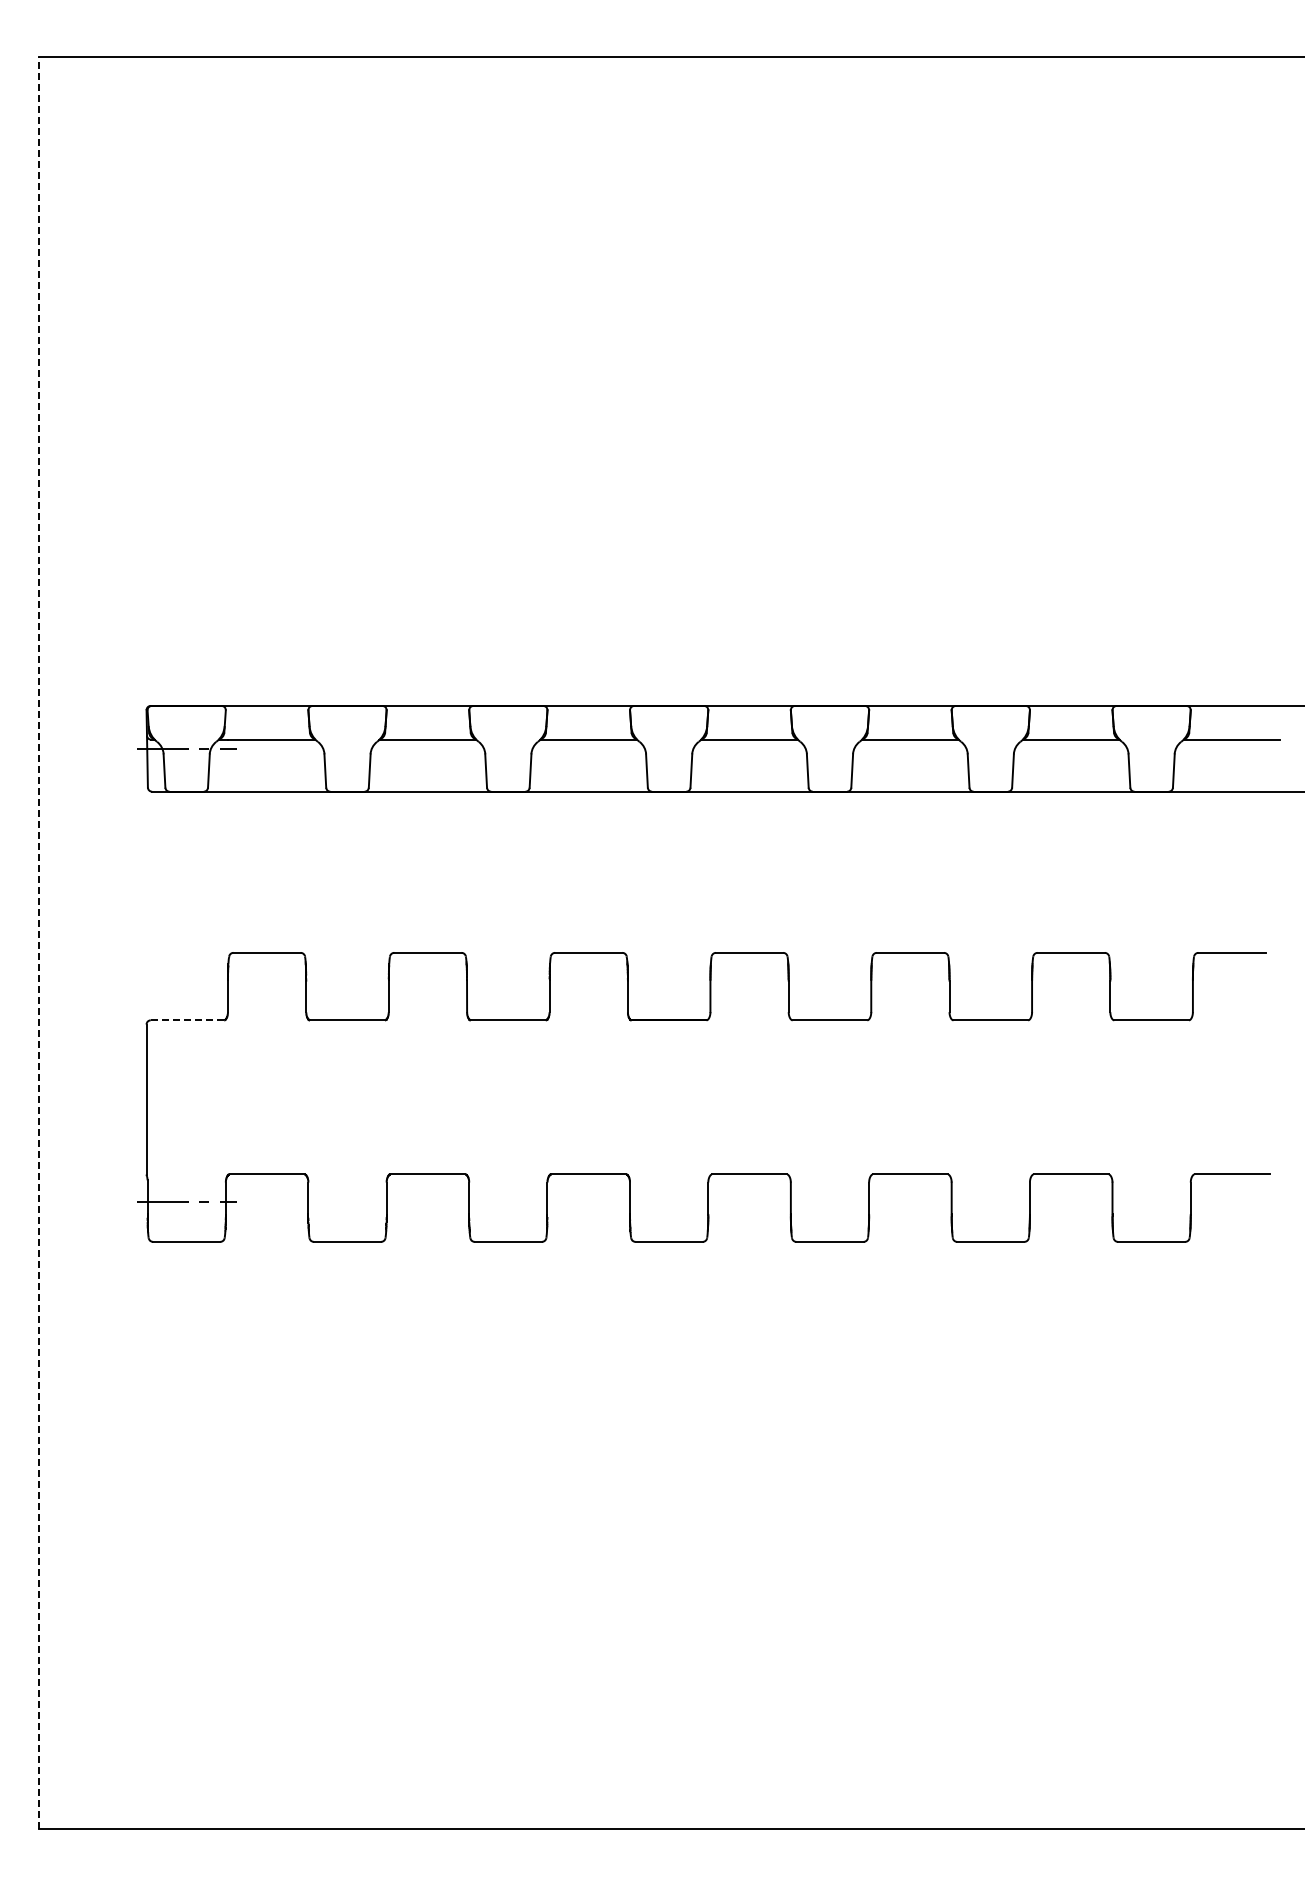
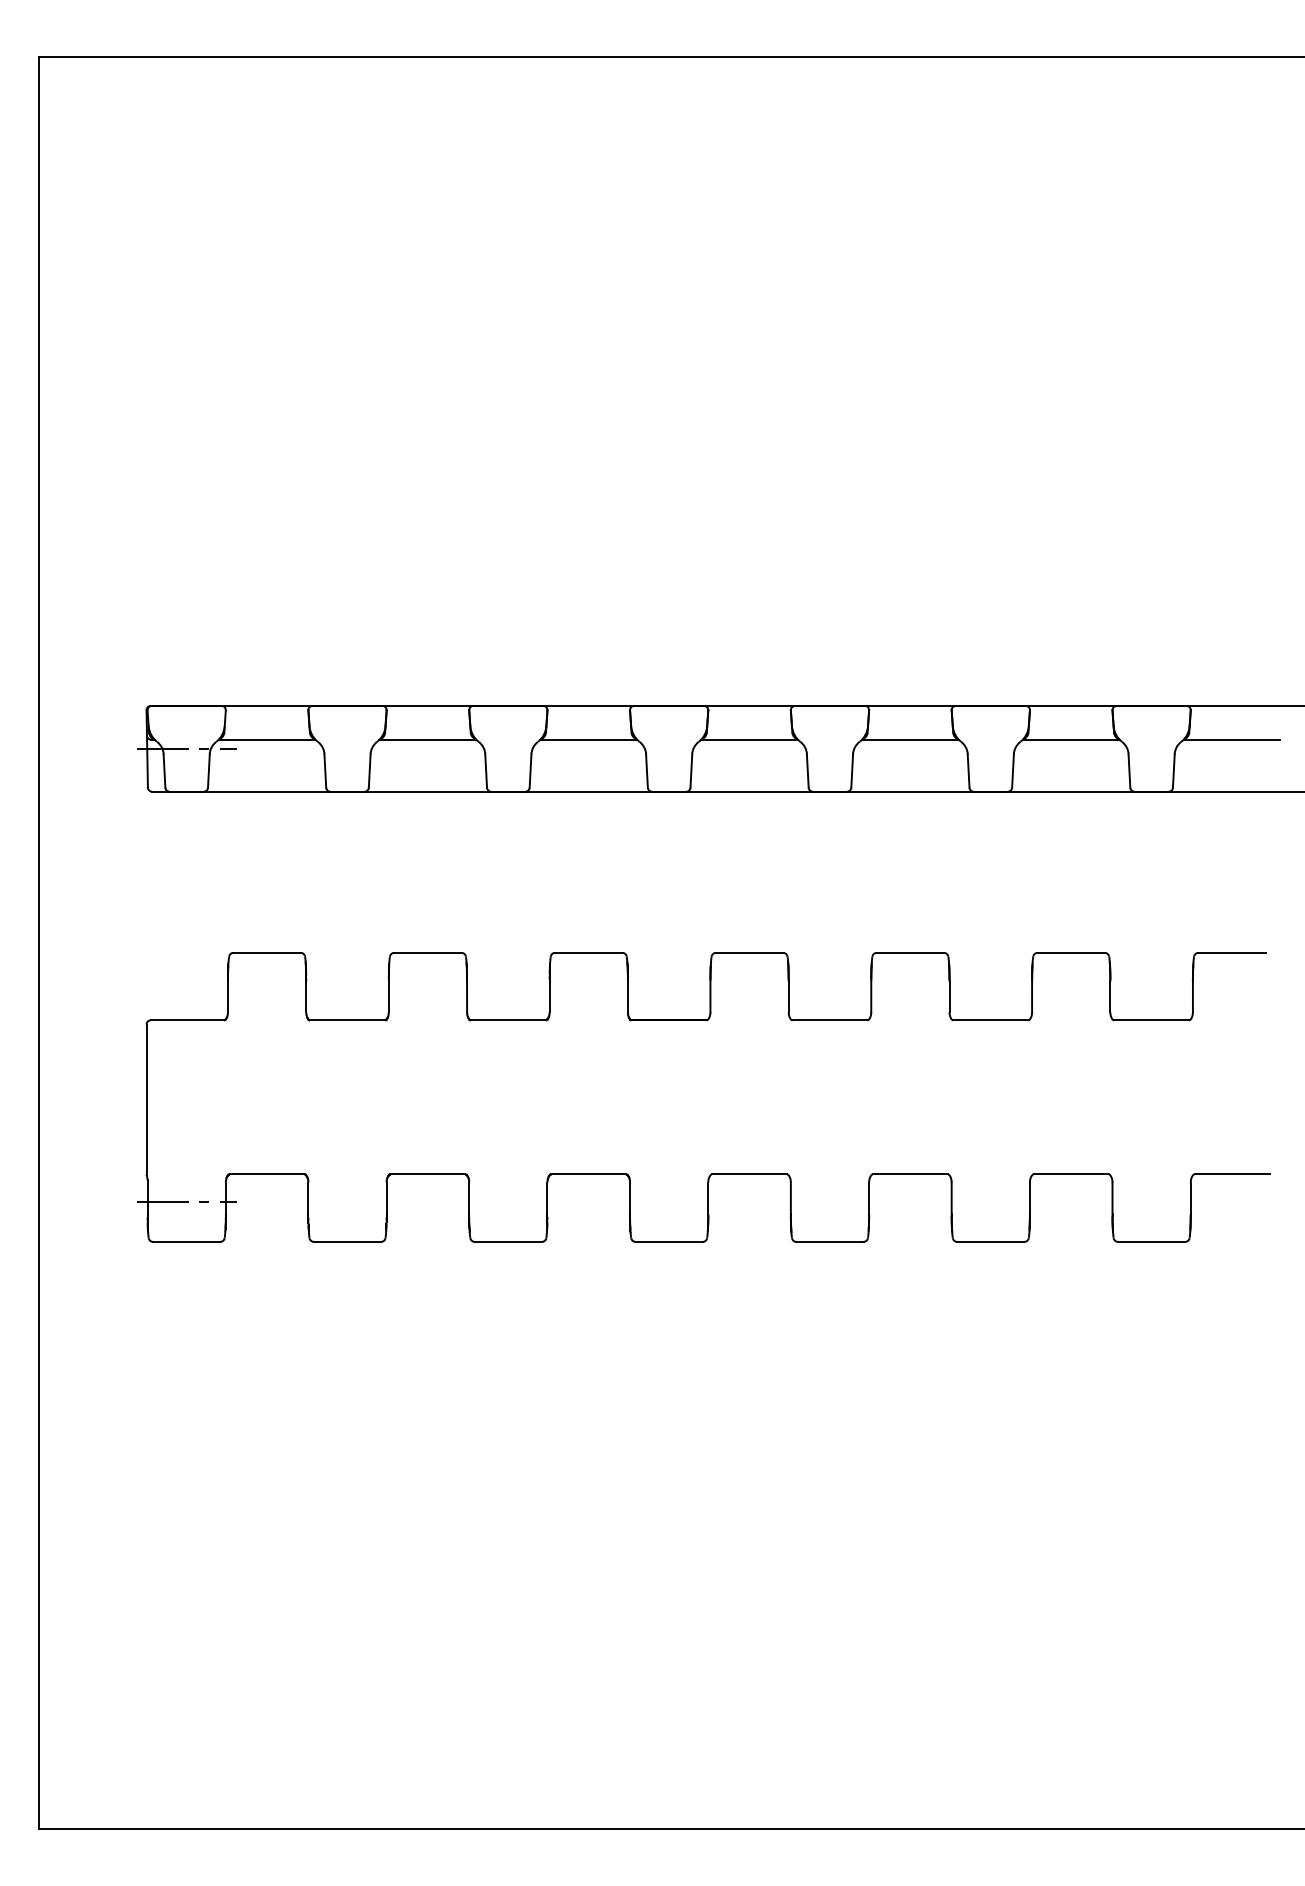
line at (39, 942): dashed -> solid
line at (187, 1020): dashed -> solid
